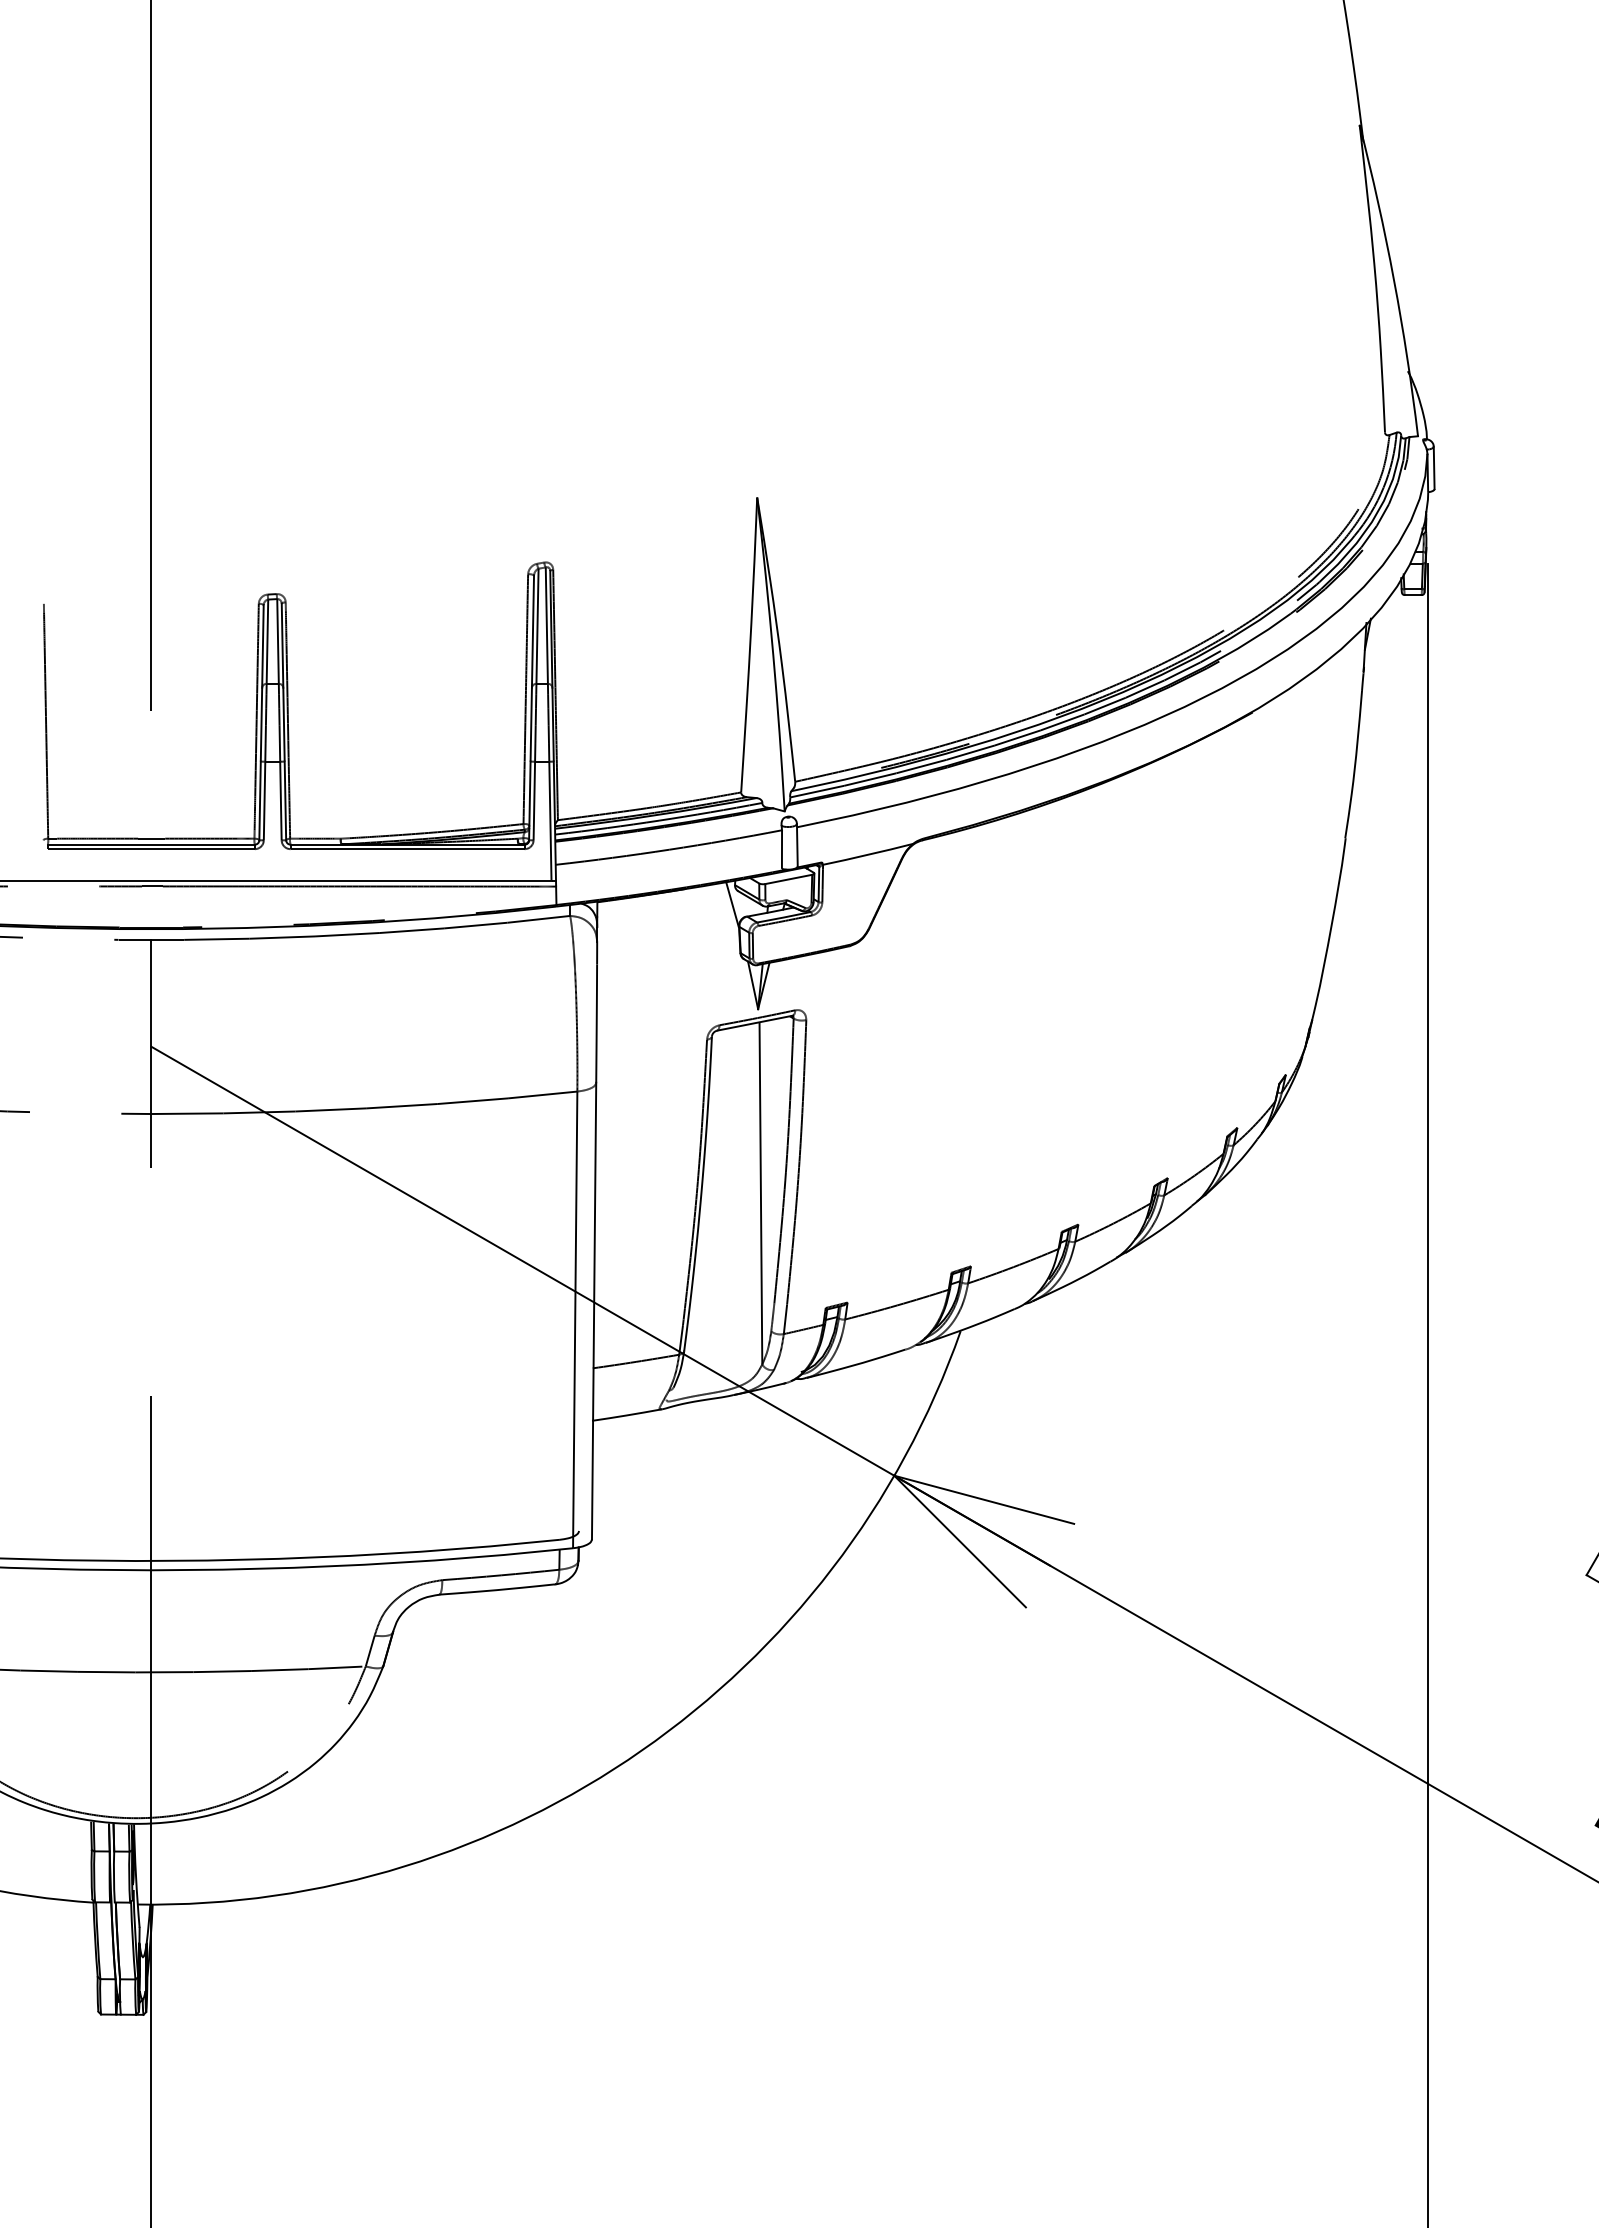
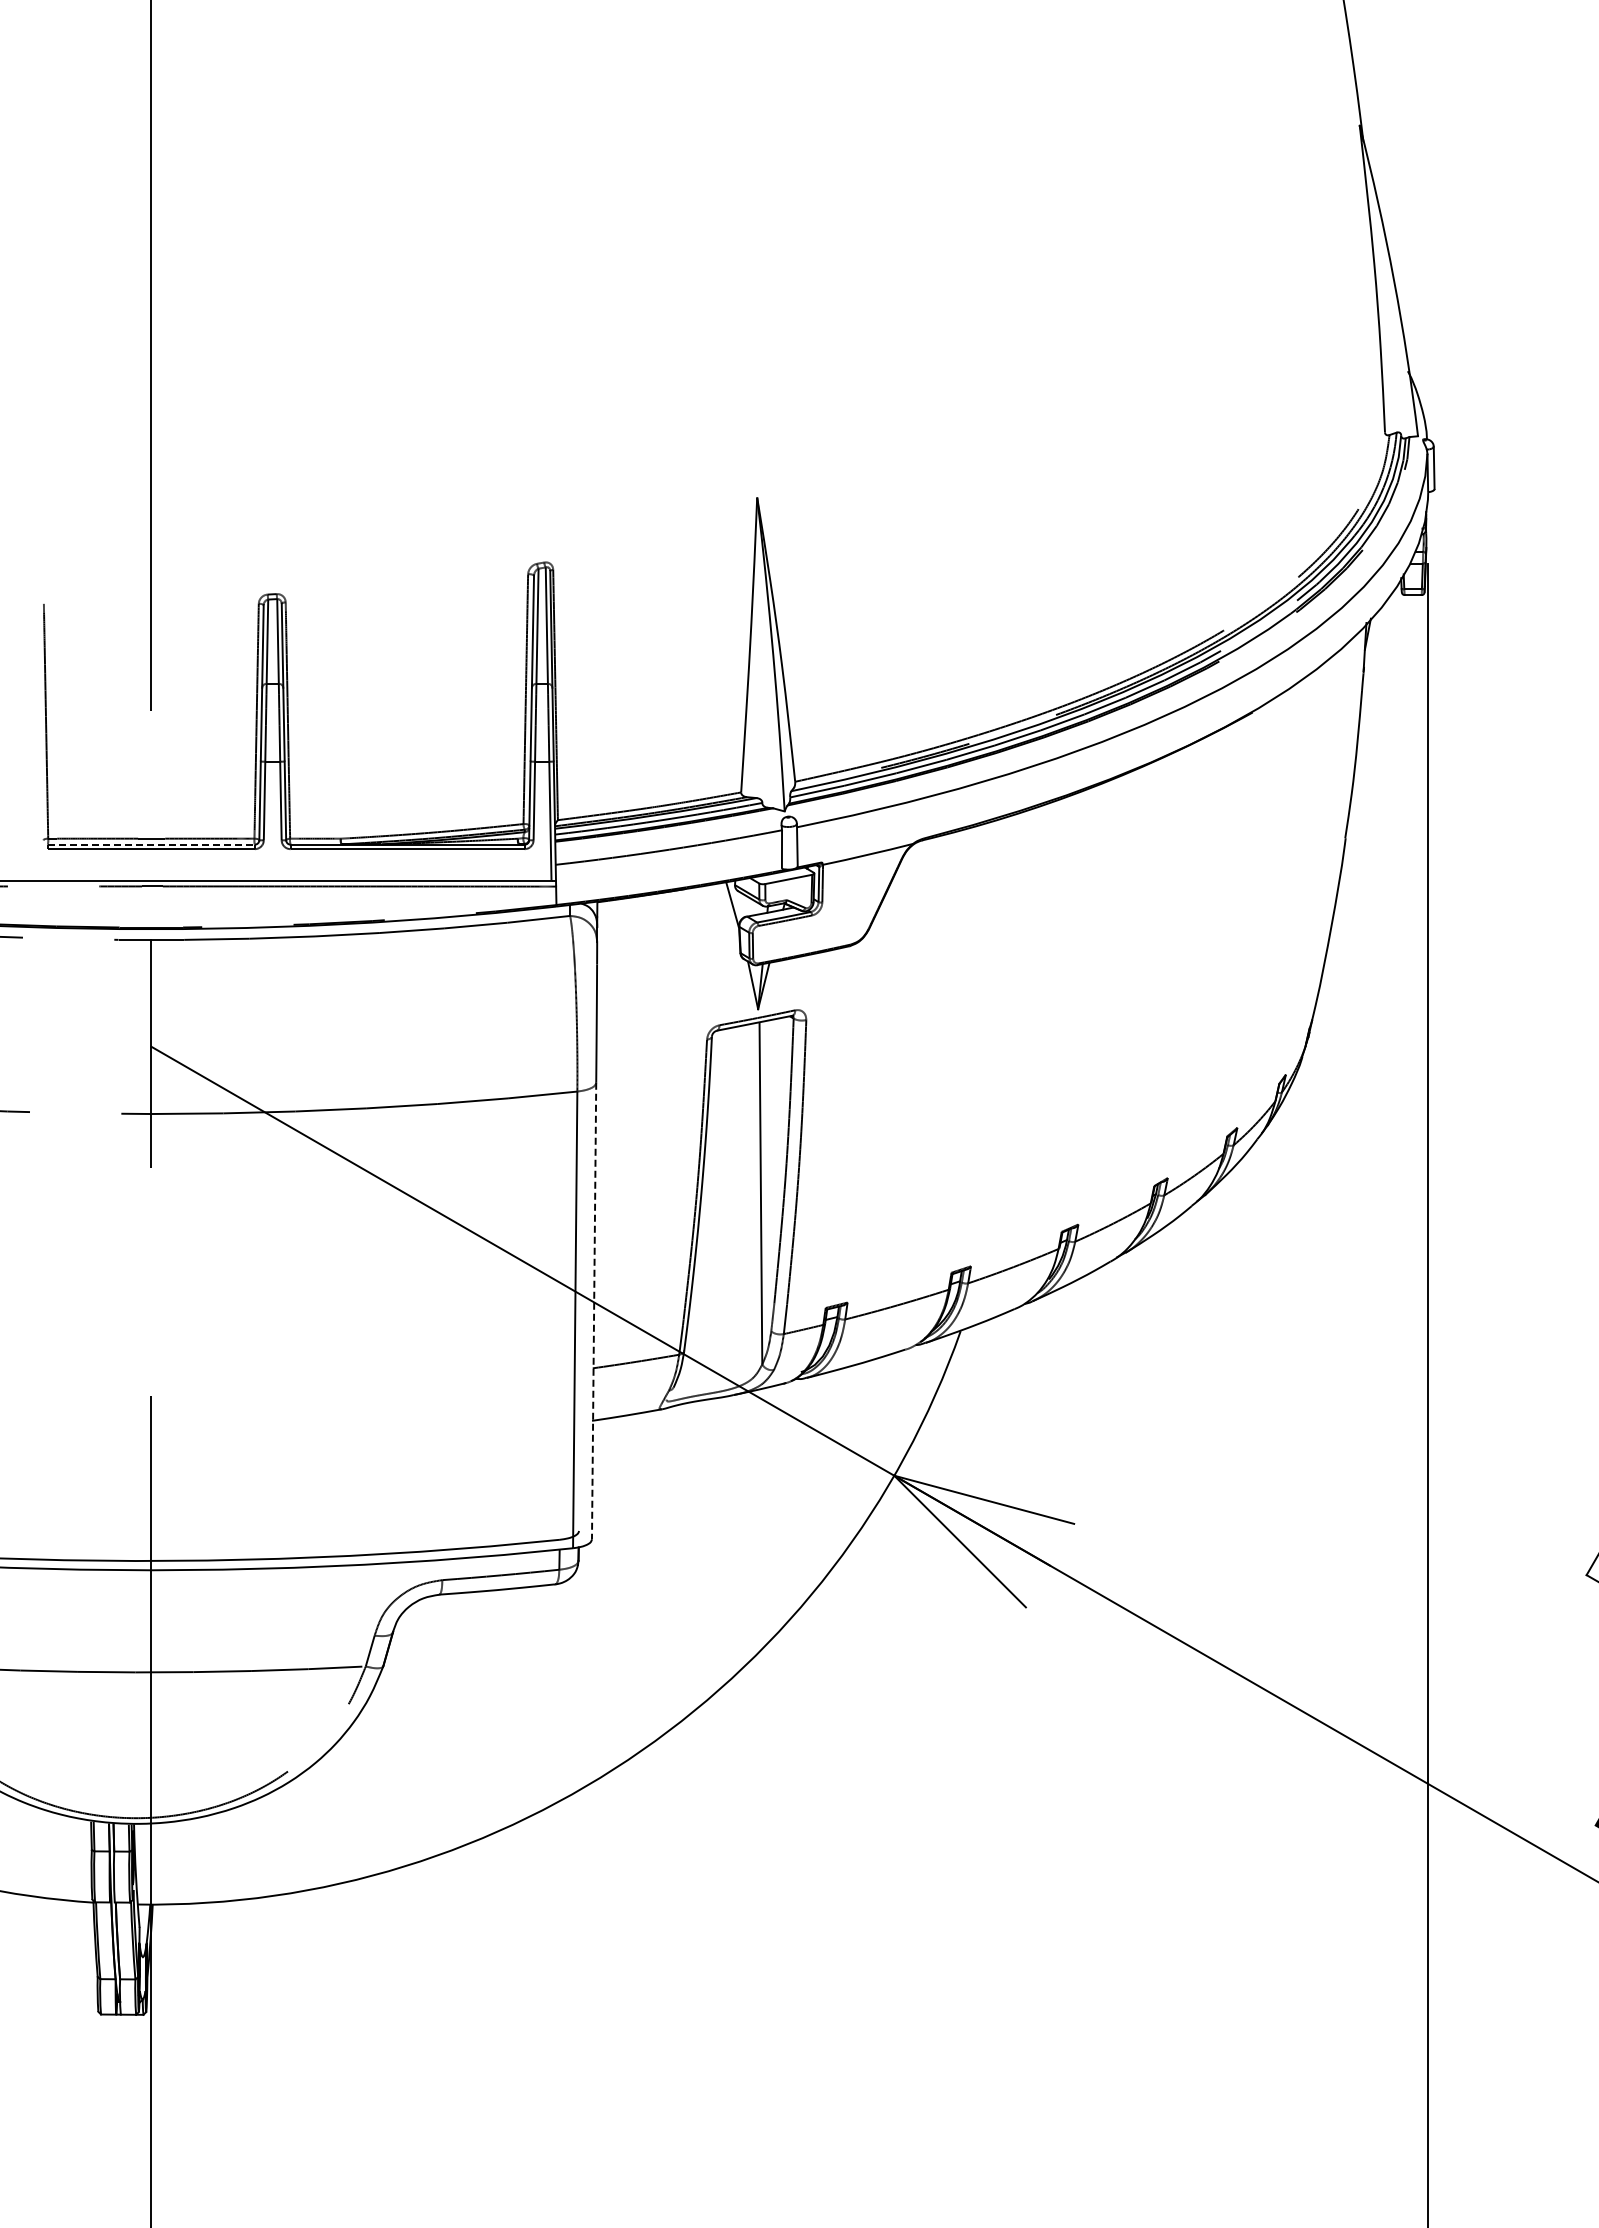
line at (151, 844): solid -> dashed
line at (594, 1311): solid -> dashed
